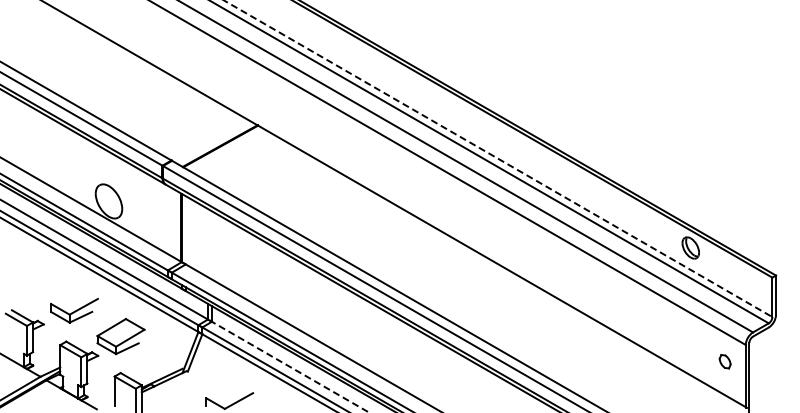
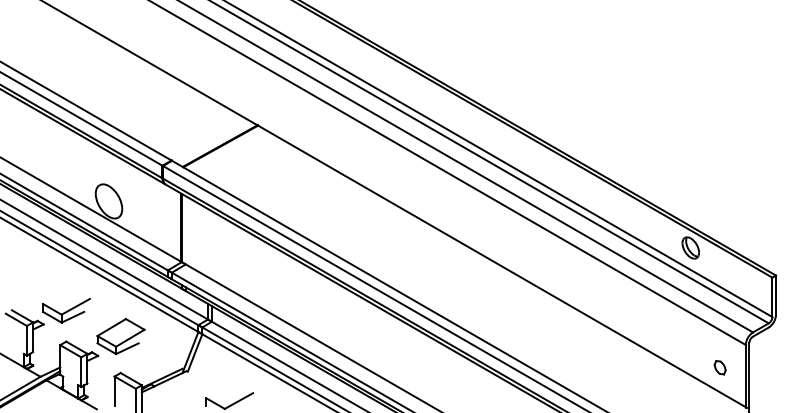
line at (497, 158): dashed -> solid
part at (74, 310) position: (74, 310) -> (66, 310)
part at (724, 361) position: (724, 361) -> (719, 367)
line at (288, 366): dashed -> solid
